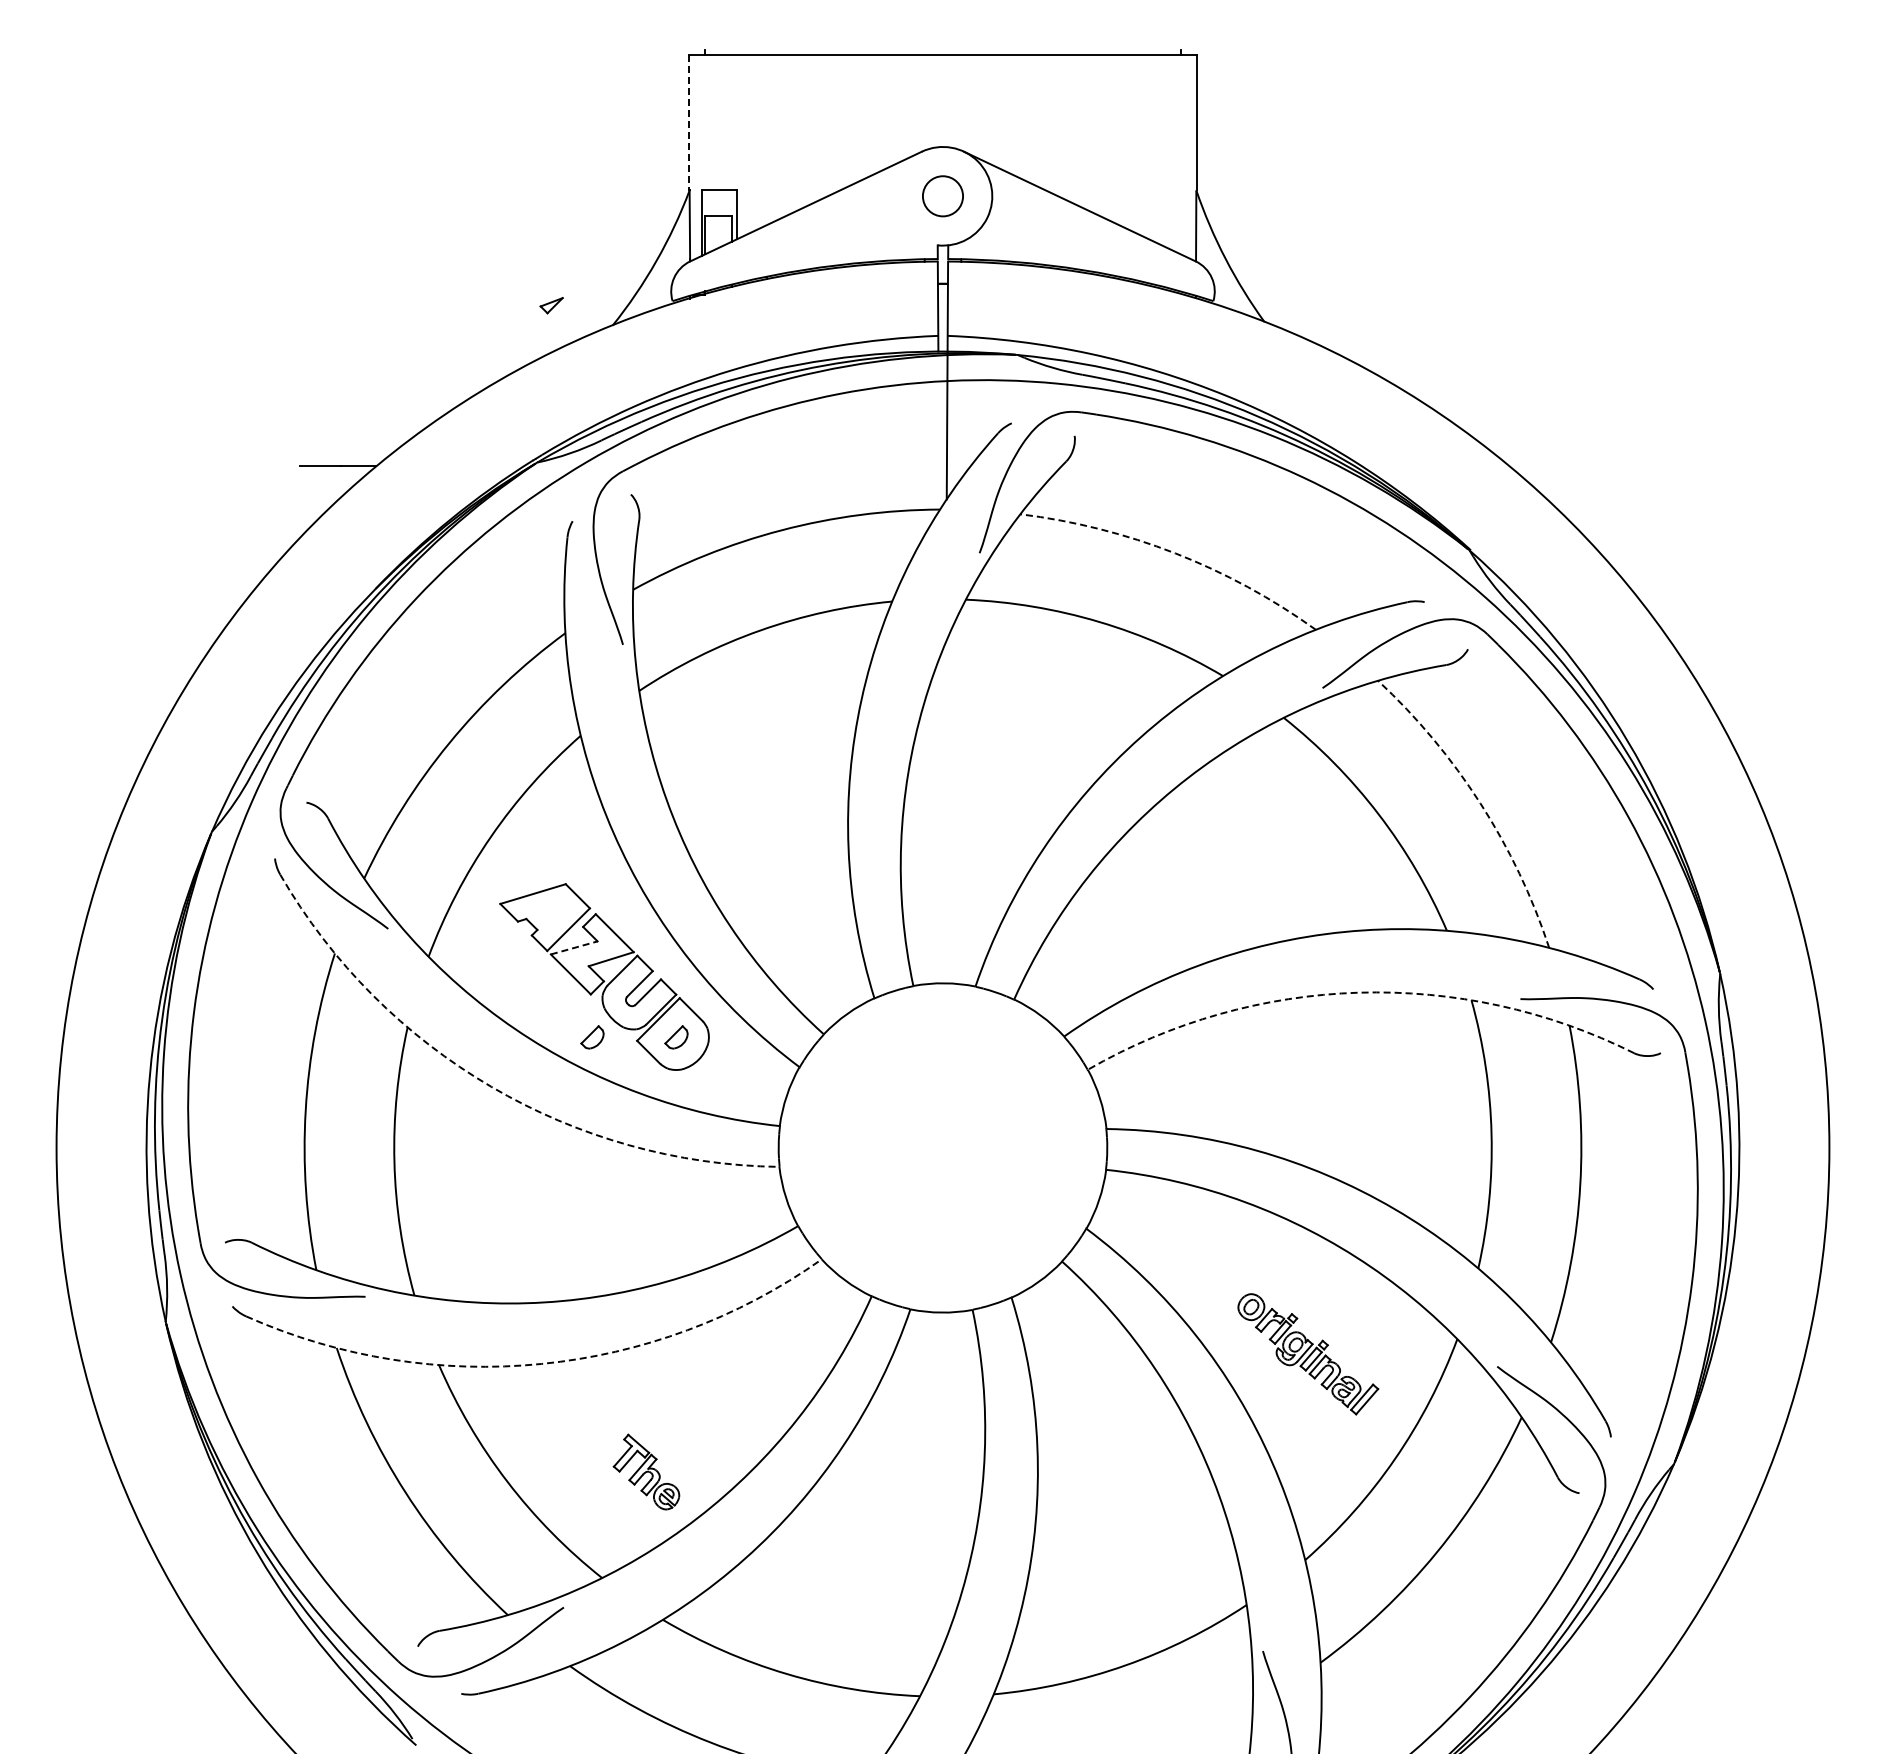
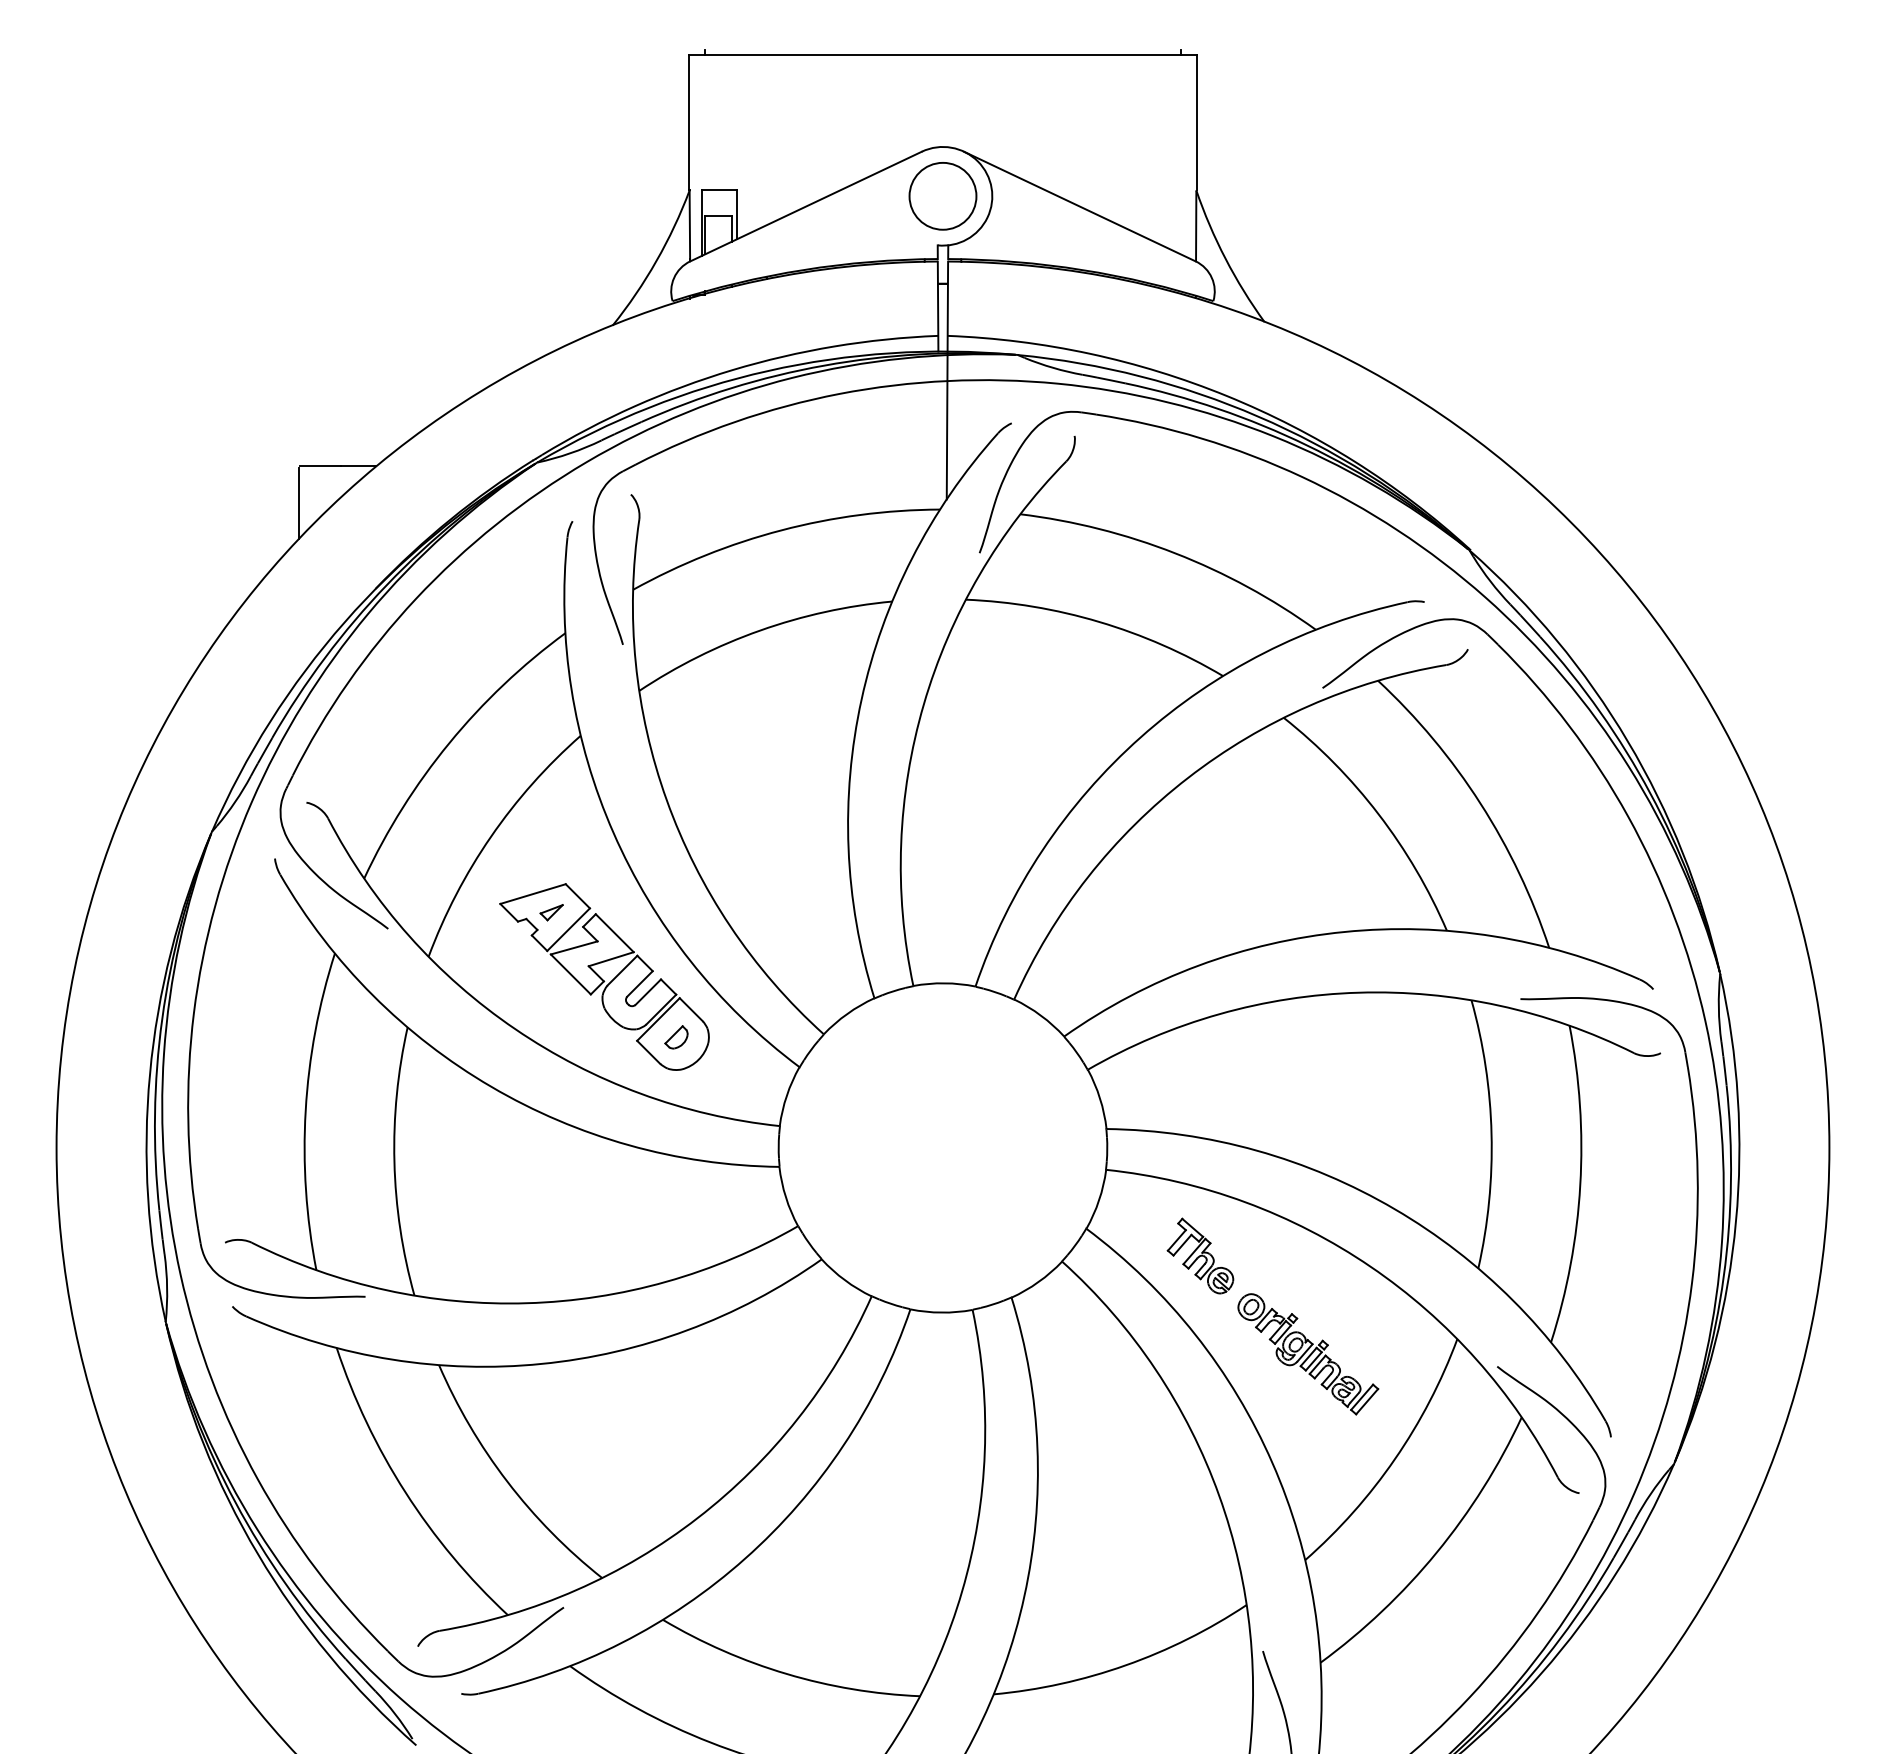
line at (688, 122): dashed -> solid
circle at (942, 196) diameter: 40 px -> 67 px
part at (551, 305) position: (551, 305) -> (551, 912)
line at (299, 503): none -> present
arc at (1175, 553): dashed -> solid
arc at (1480, 803): dashed -> solid
line at (574, 947): dashed -> solid
arc at (1358, 992): dashed -> solid
part at (592, 1037): present -> none
arc at (491, 1086): dashed -> solid
arc at (541, 1363): dashed -> solid
part at (646, 1471) position: (646, 1471) -> (1200, 1255)
